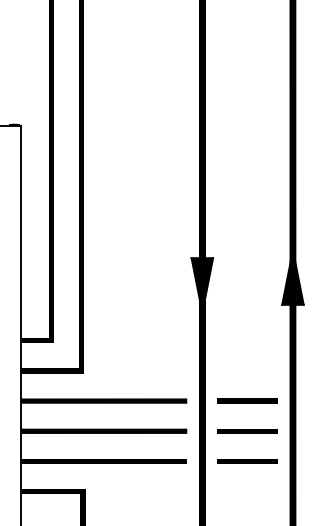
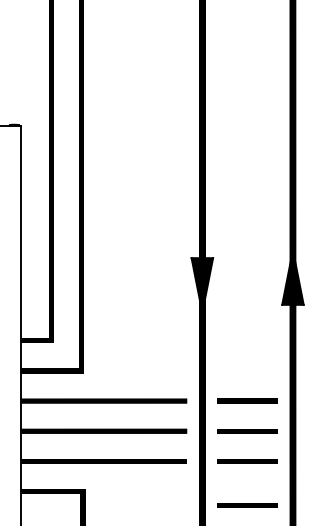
line at (247, 505): none -> present
